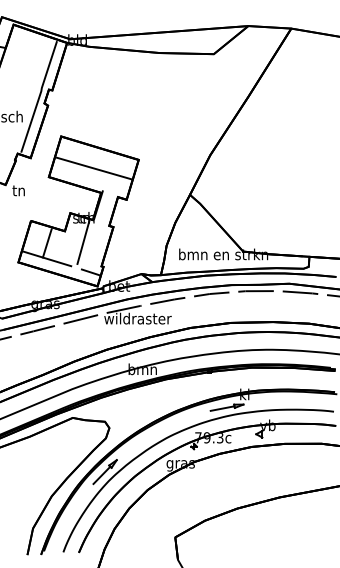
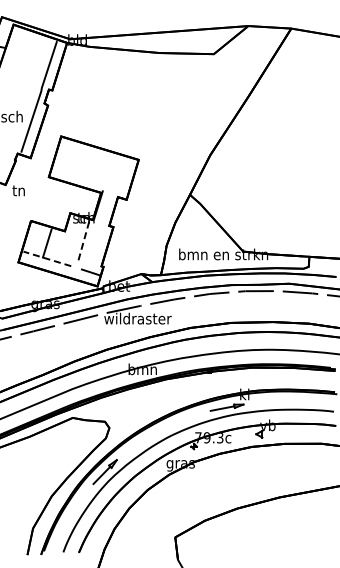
line at (93, 168): present -> none
line at (83, 242): solid -> dashed
line at (47, 258): solid -> dashed
